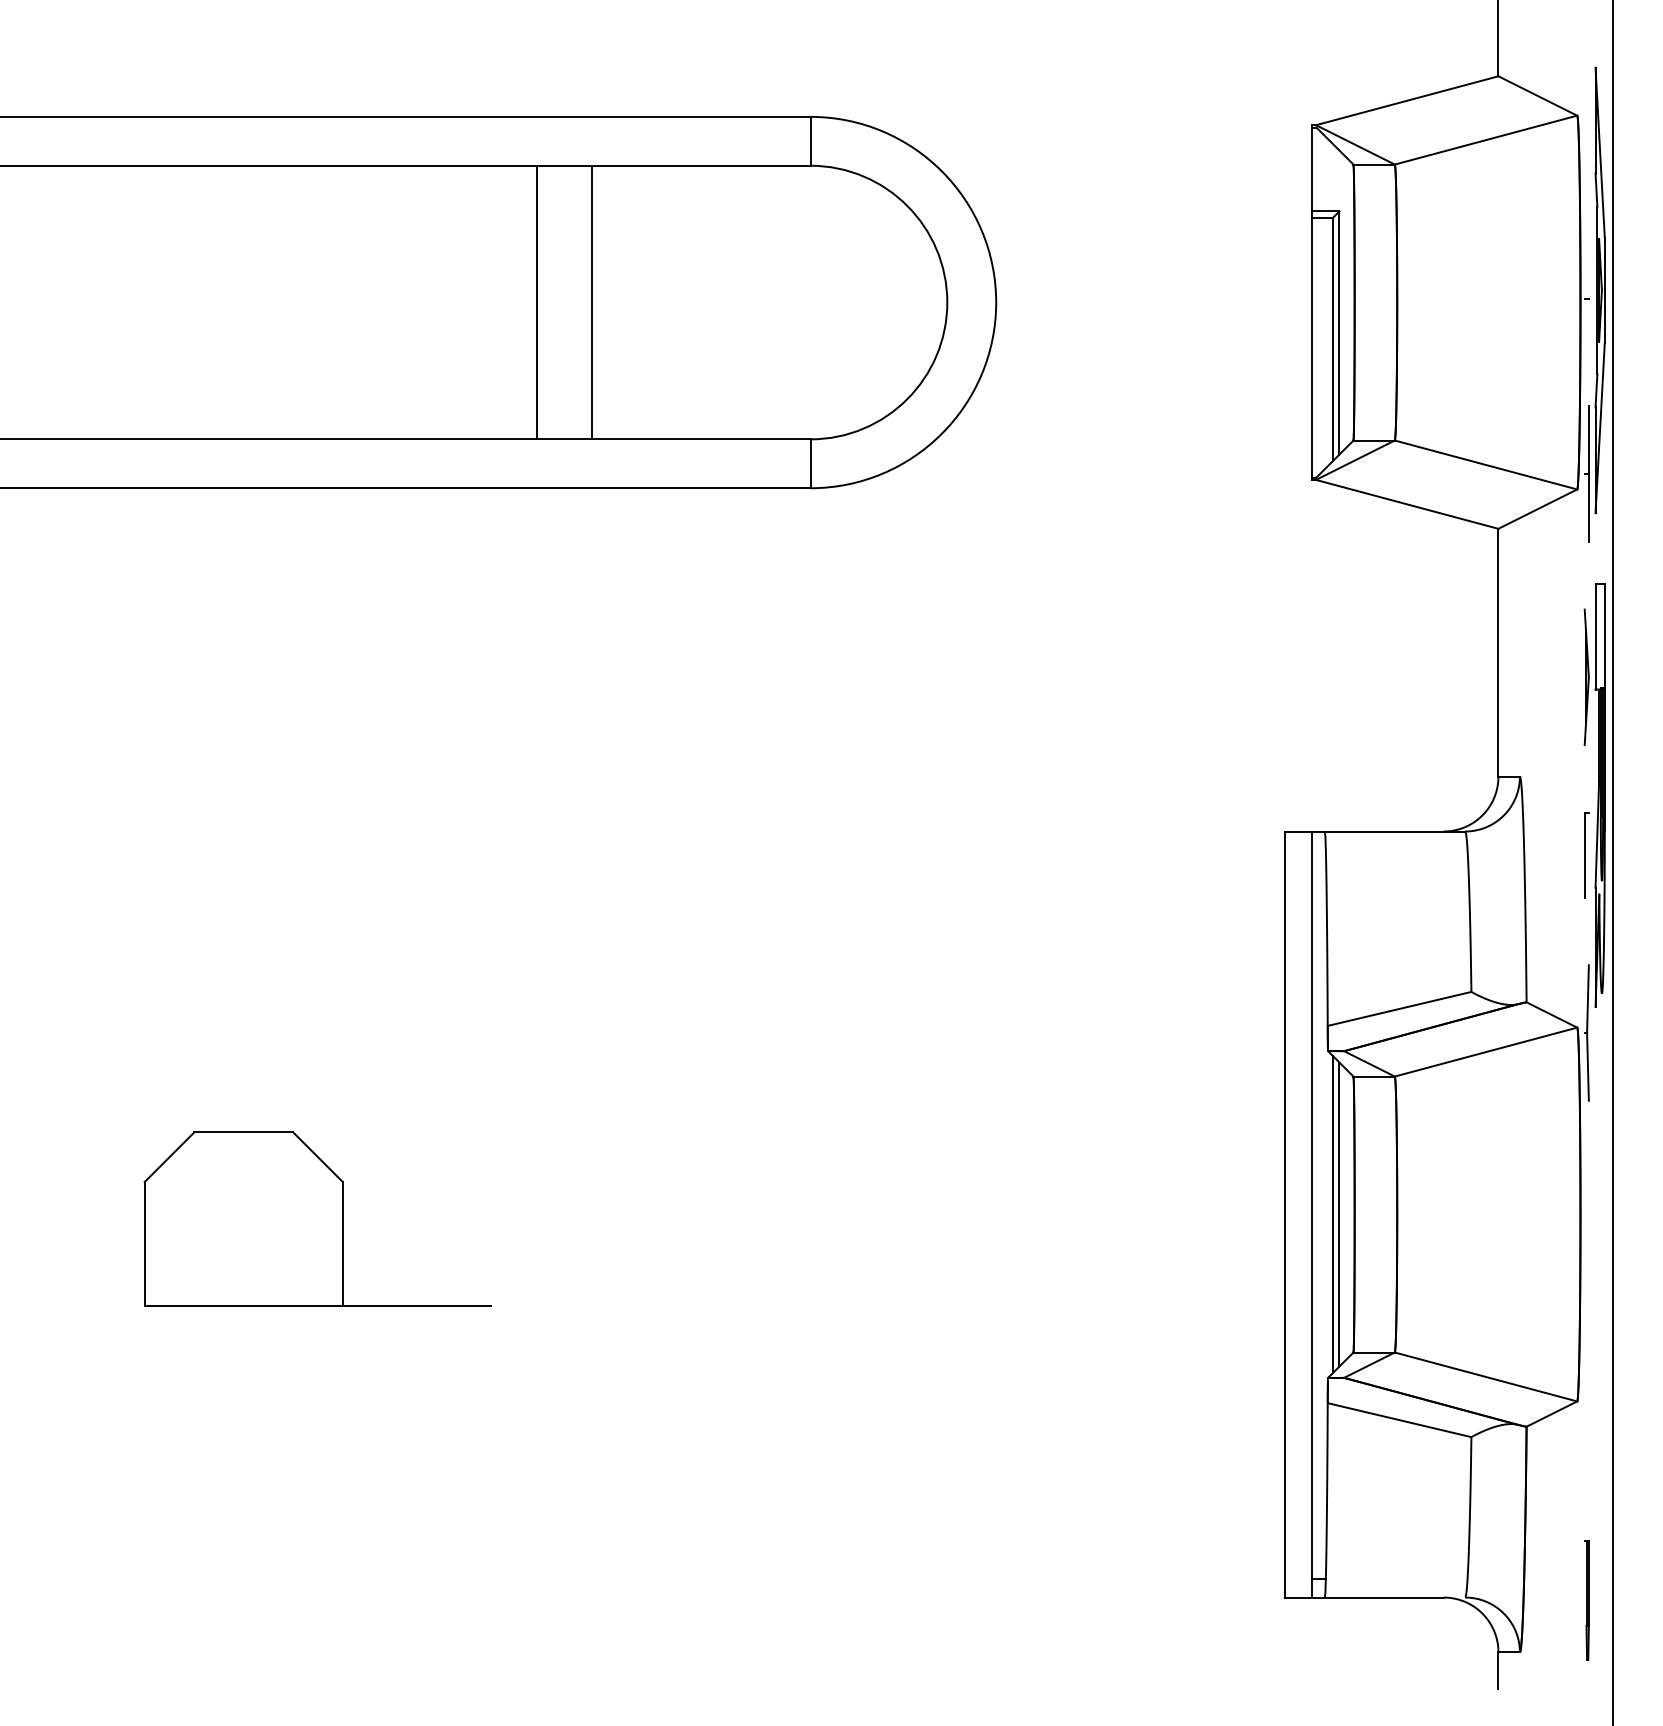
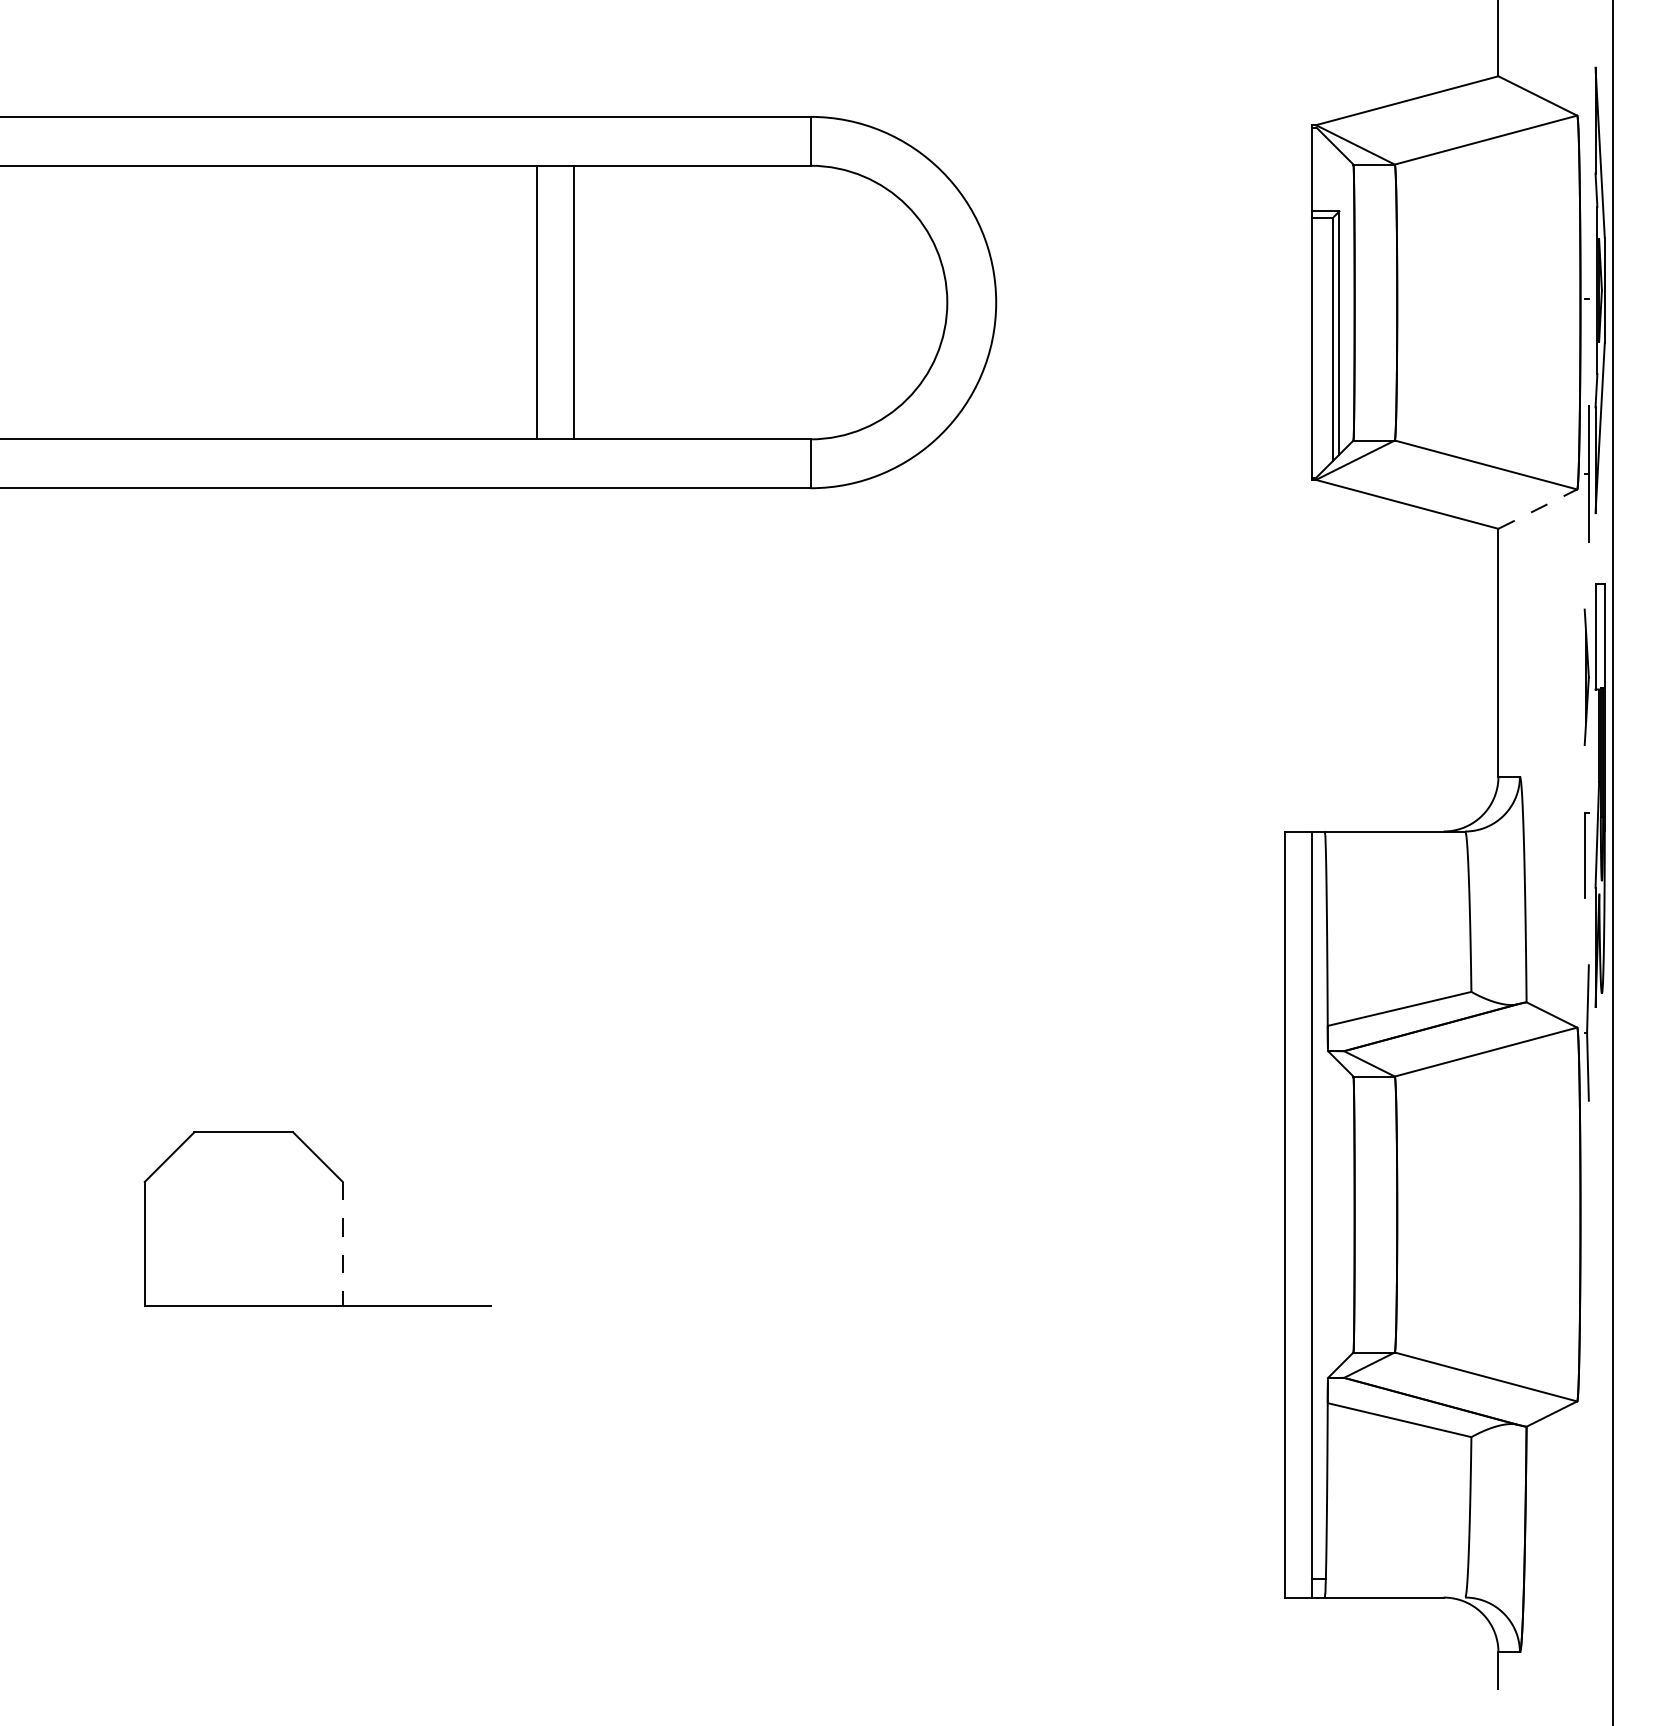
line at (591, 302) position: (591, 302) -> (573, 302)
line at (1538, 508): solid -> dashed
line at (1333, 1214): present -> none
line at (1339, 1214): present -> none
line at (342, 1243): solid -> dashed
part at (1586, 1600): present -> none
